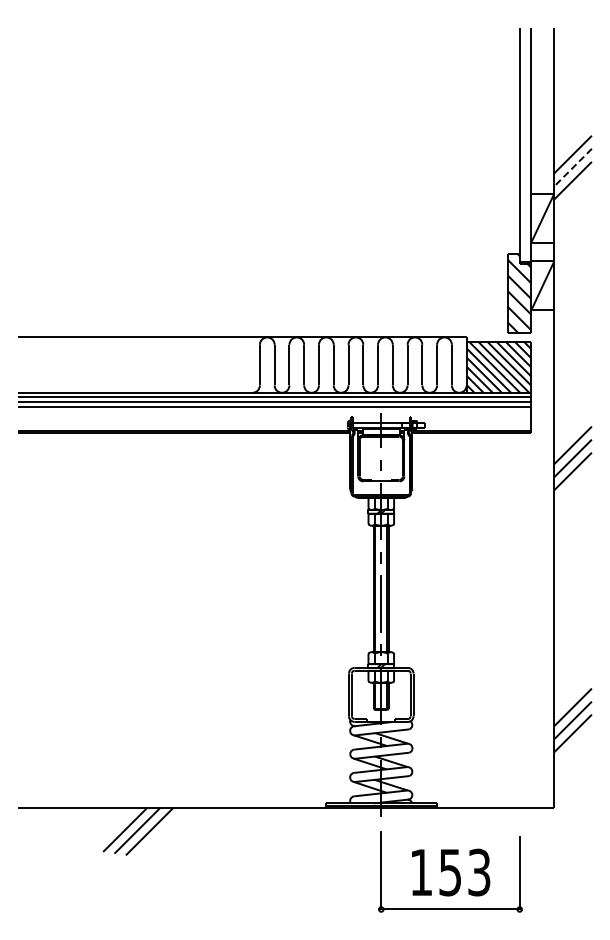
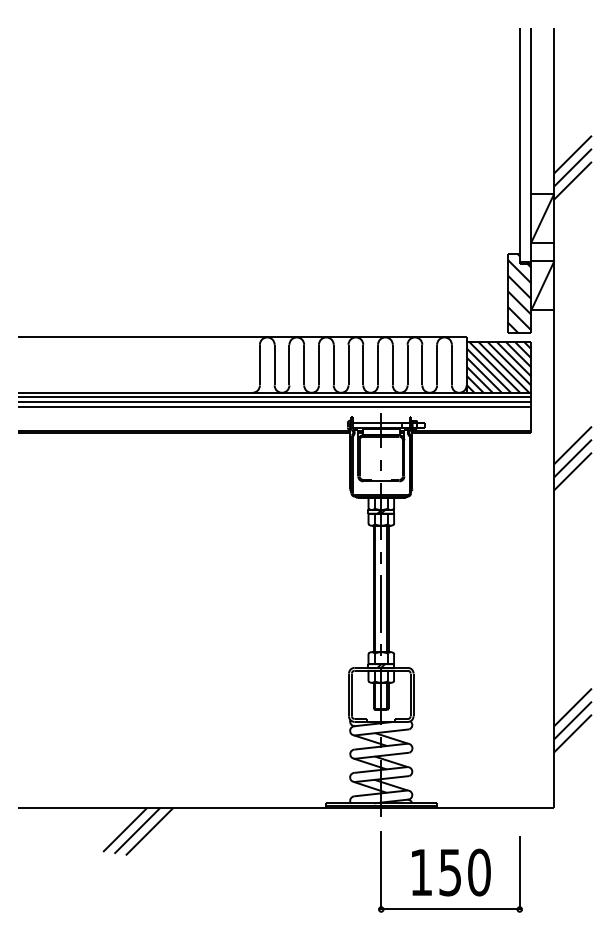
line at (573, 167): dashed -> solid
text at (479, 872): 153 -> 150
